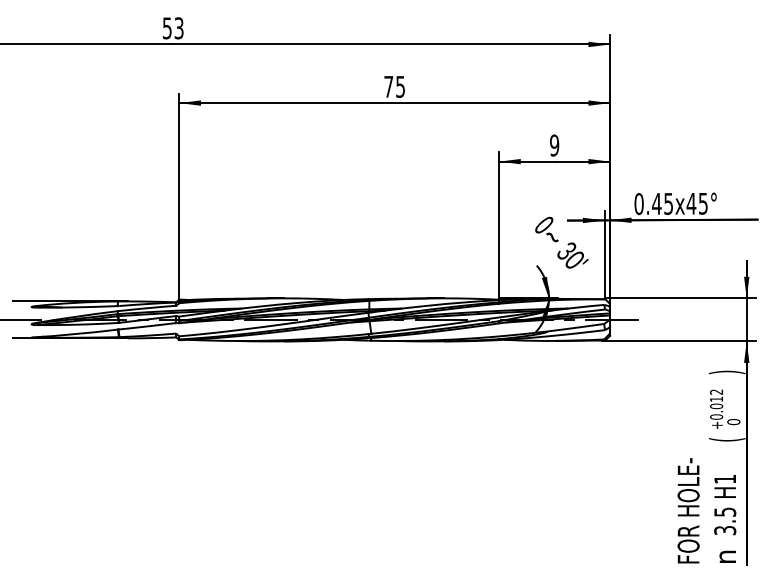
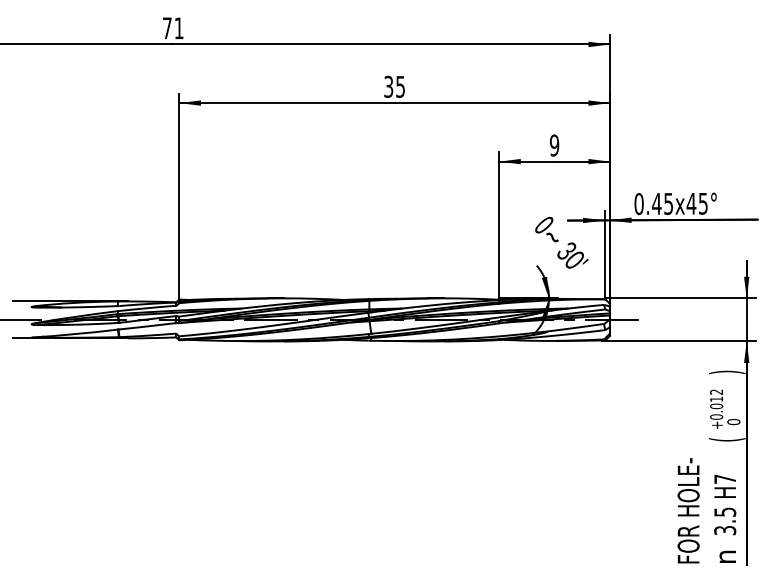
text at (172, 28): 53 -> 71
text at (388, 86): 75 -> 35
text at (724, 478): H1 -> H7
